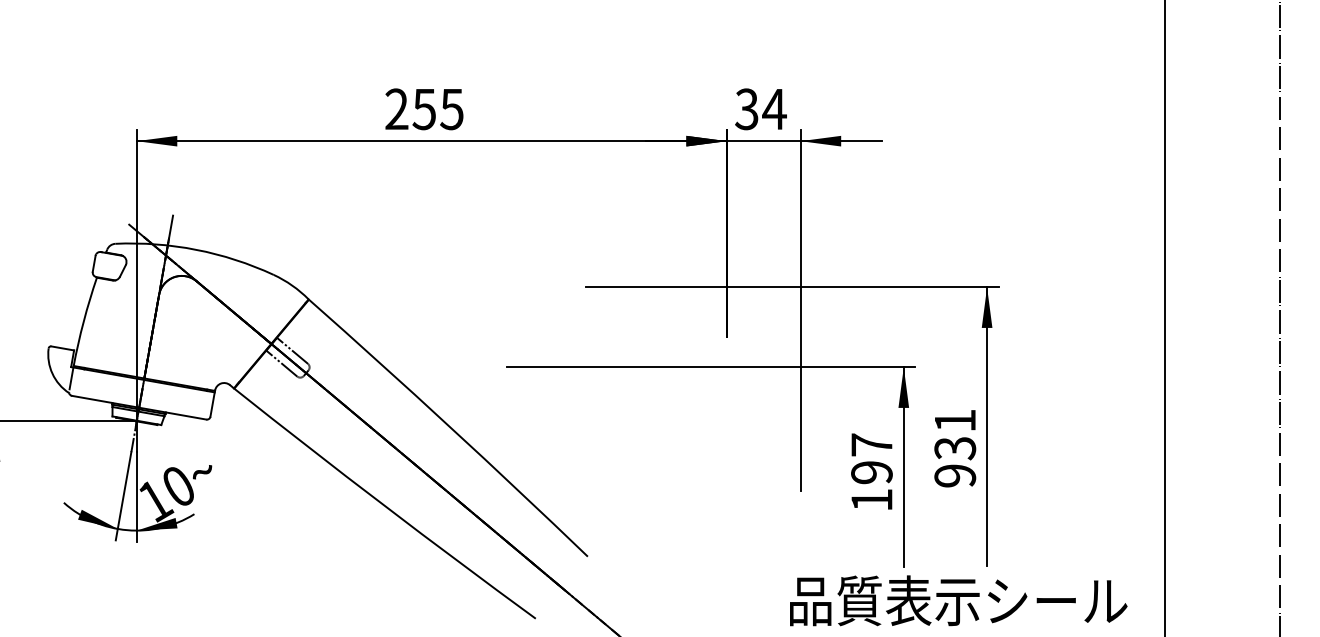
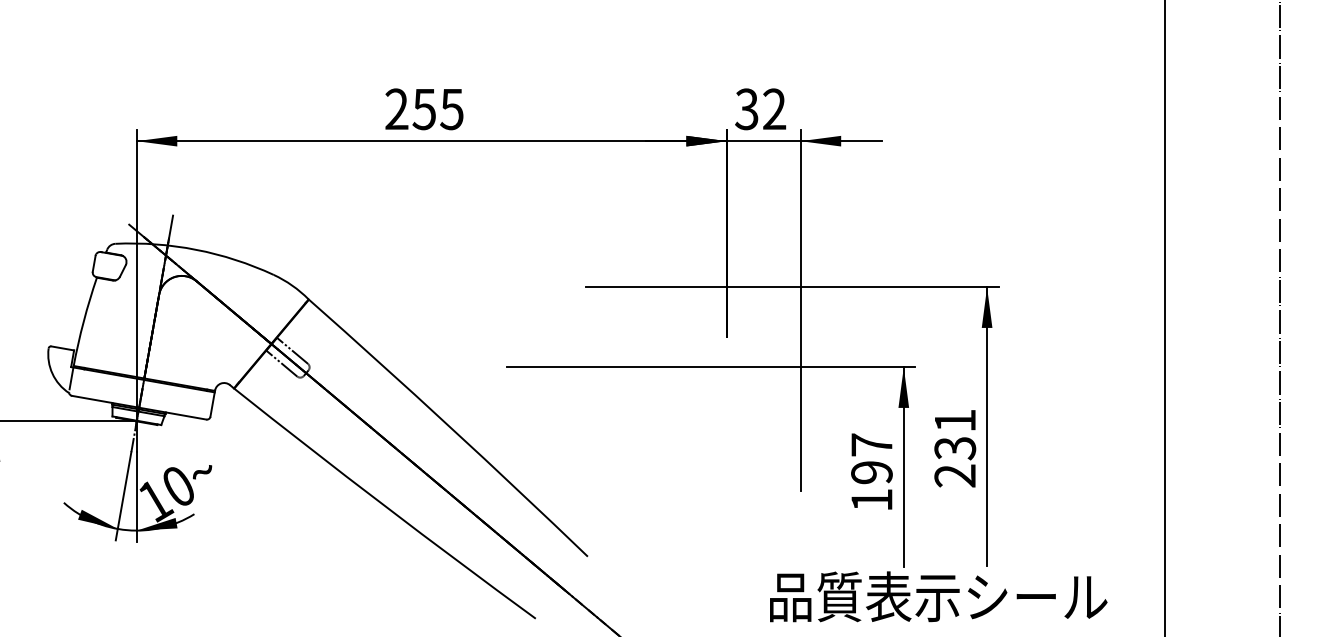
text at (774, 108): 34 -> 32
text at (955, 475): 931 -> 231
text at (958, 600) position: (958, 600) -> (938, 596)
